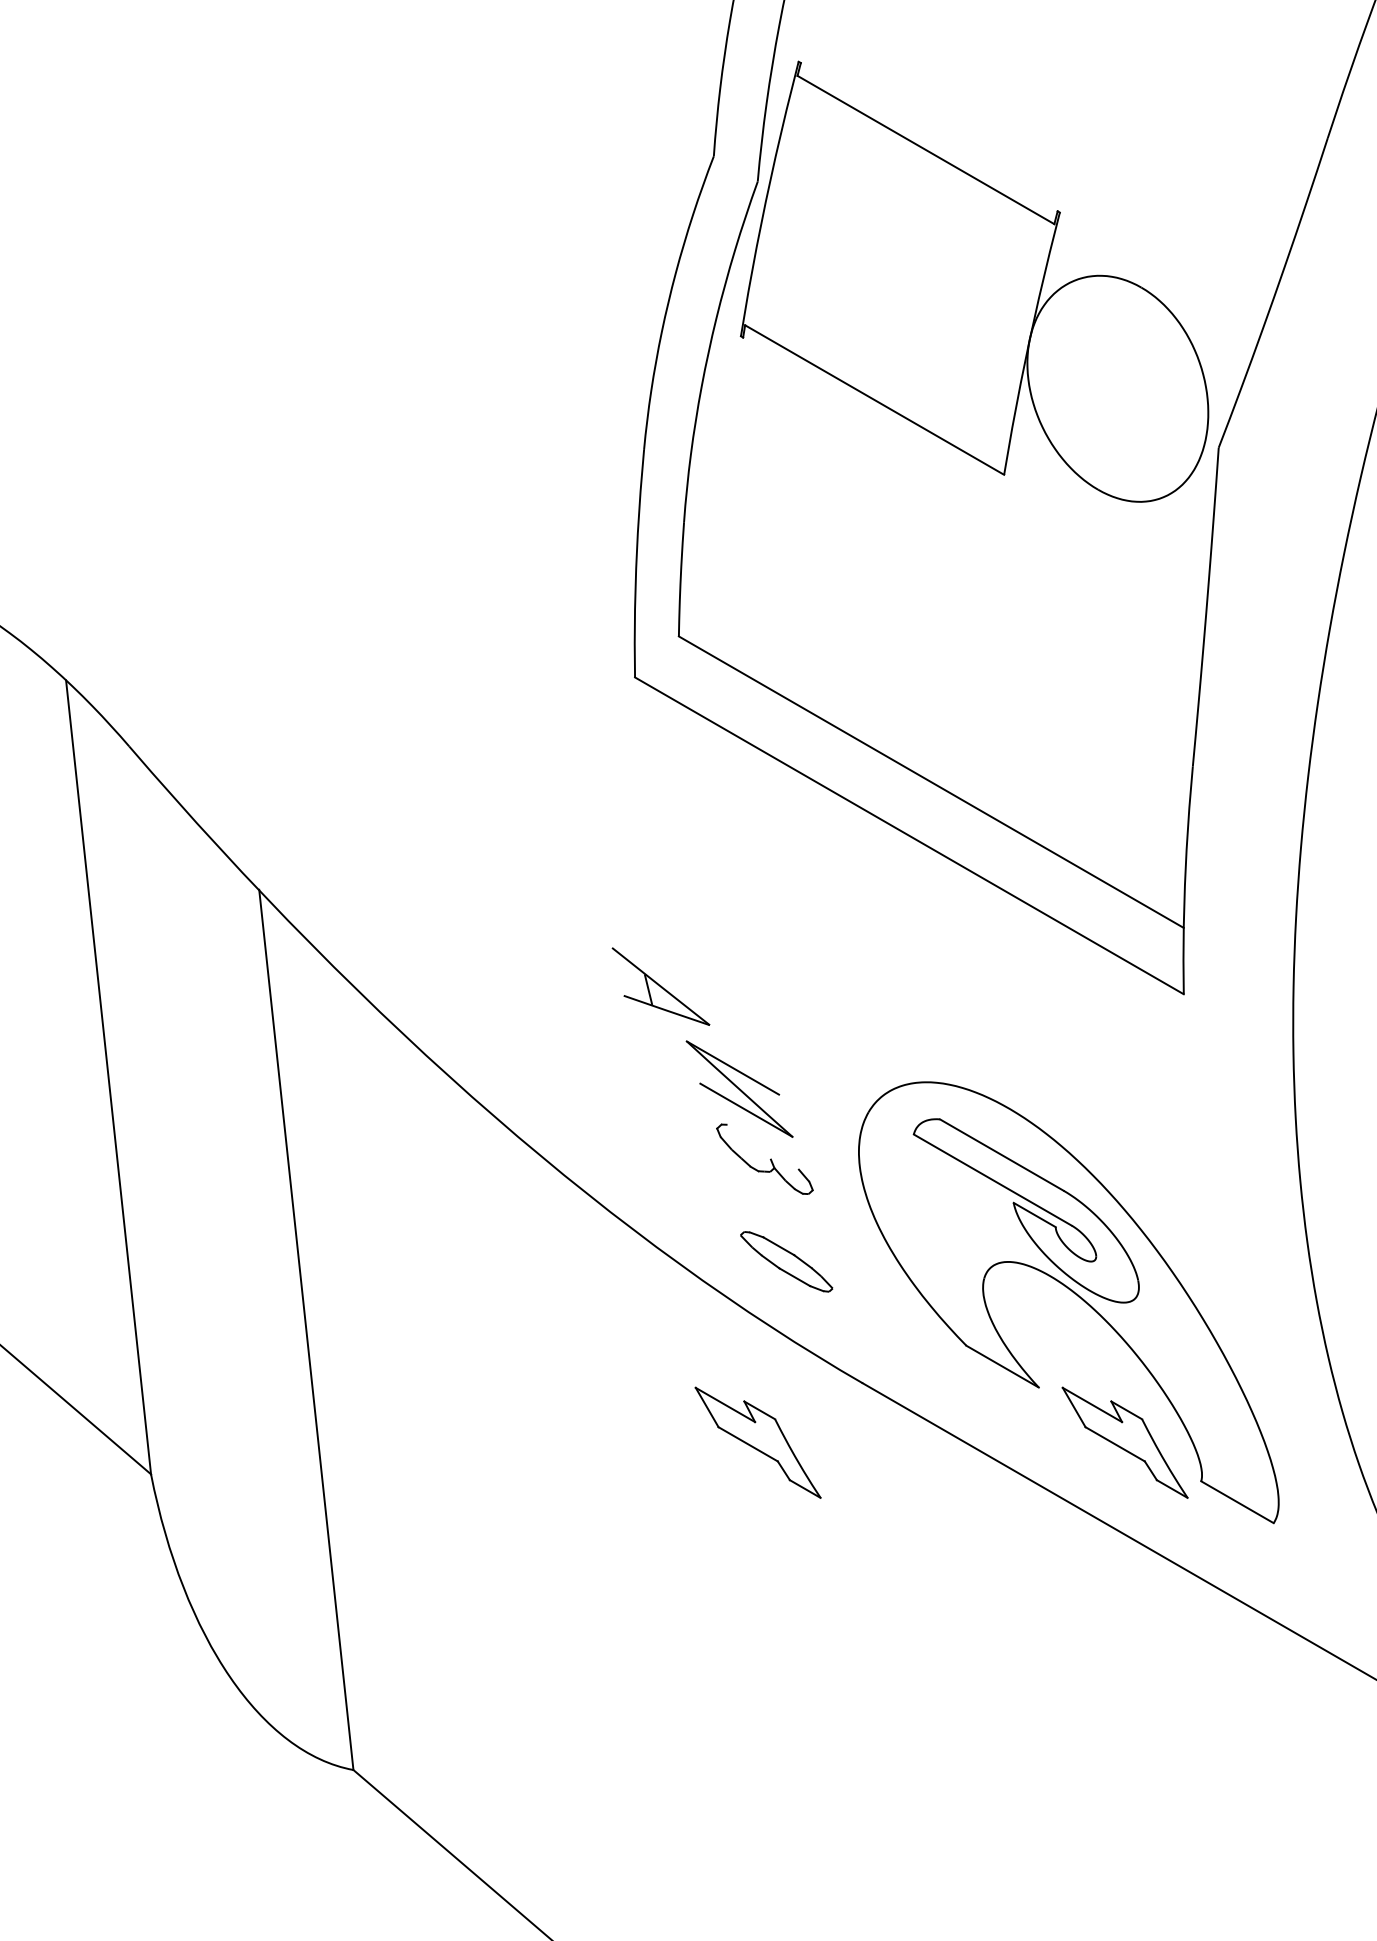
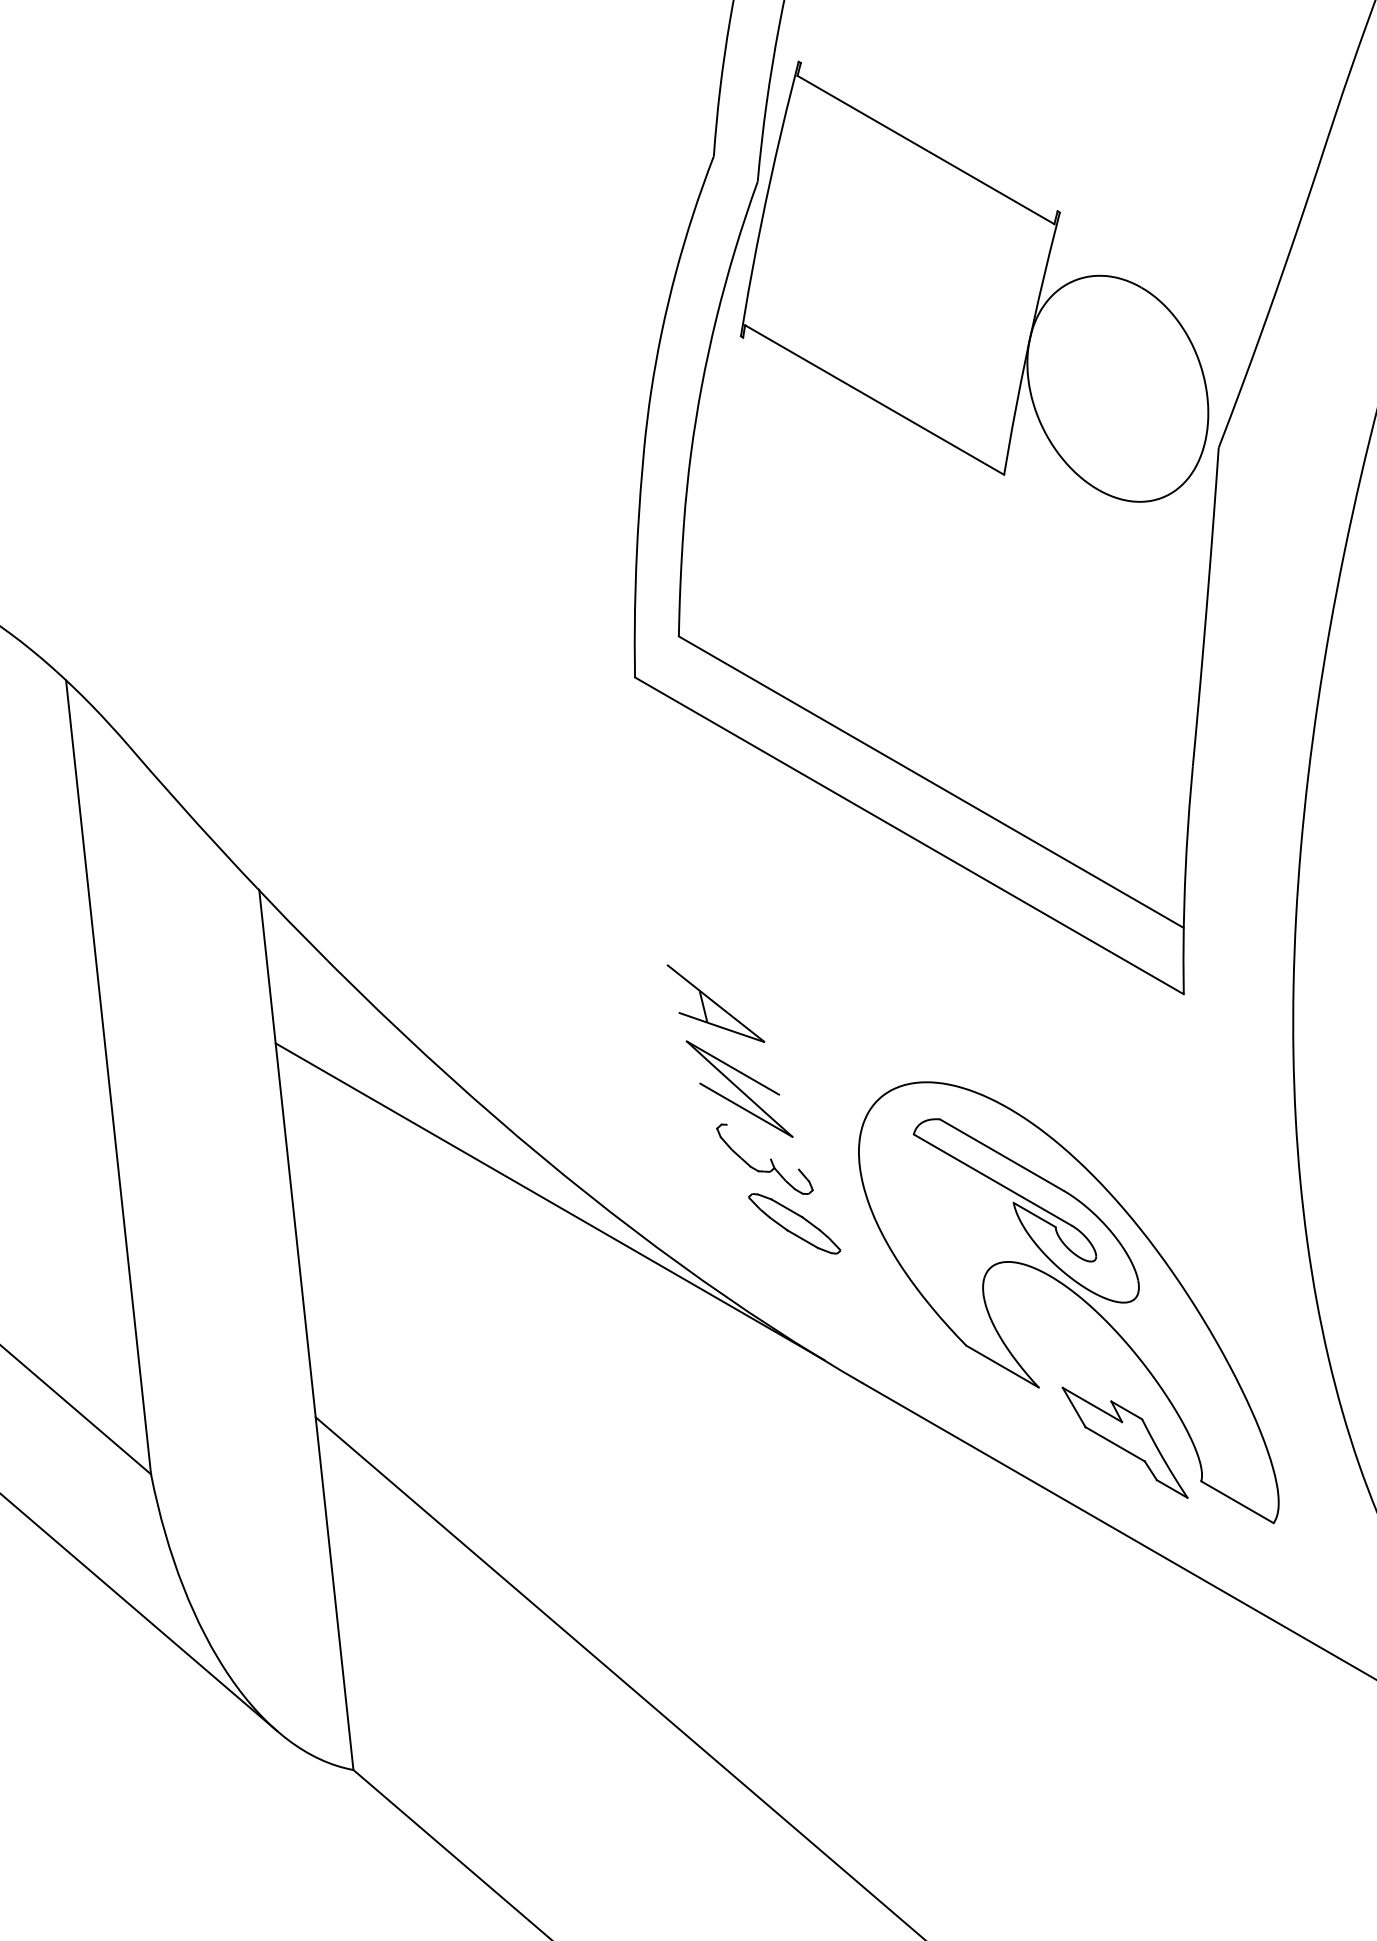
part at (660, 986) position: (660, 986) -> (715, 1003)
line at (549, 1201): none -> present
part at (786, 1261) position: (786, 1261) -> (794, 1223)
part at (757, 1442): present -> none
line at (139, 1613): none -> present
line at (618, 1677): none -> present
